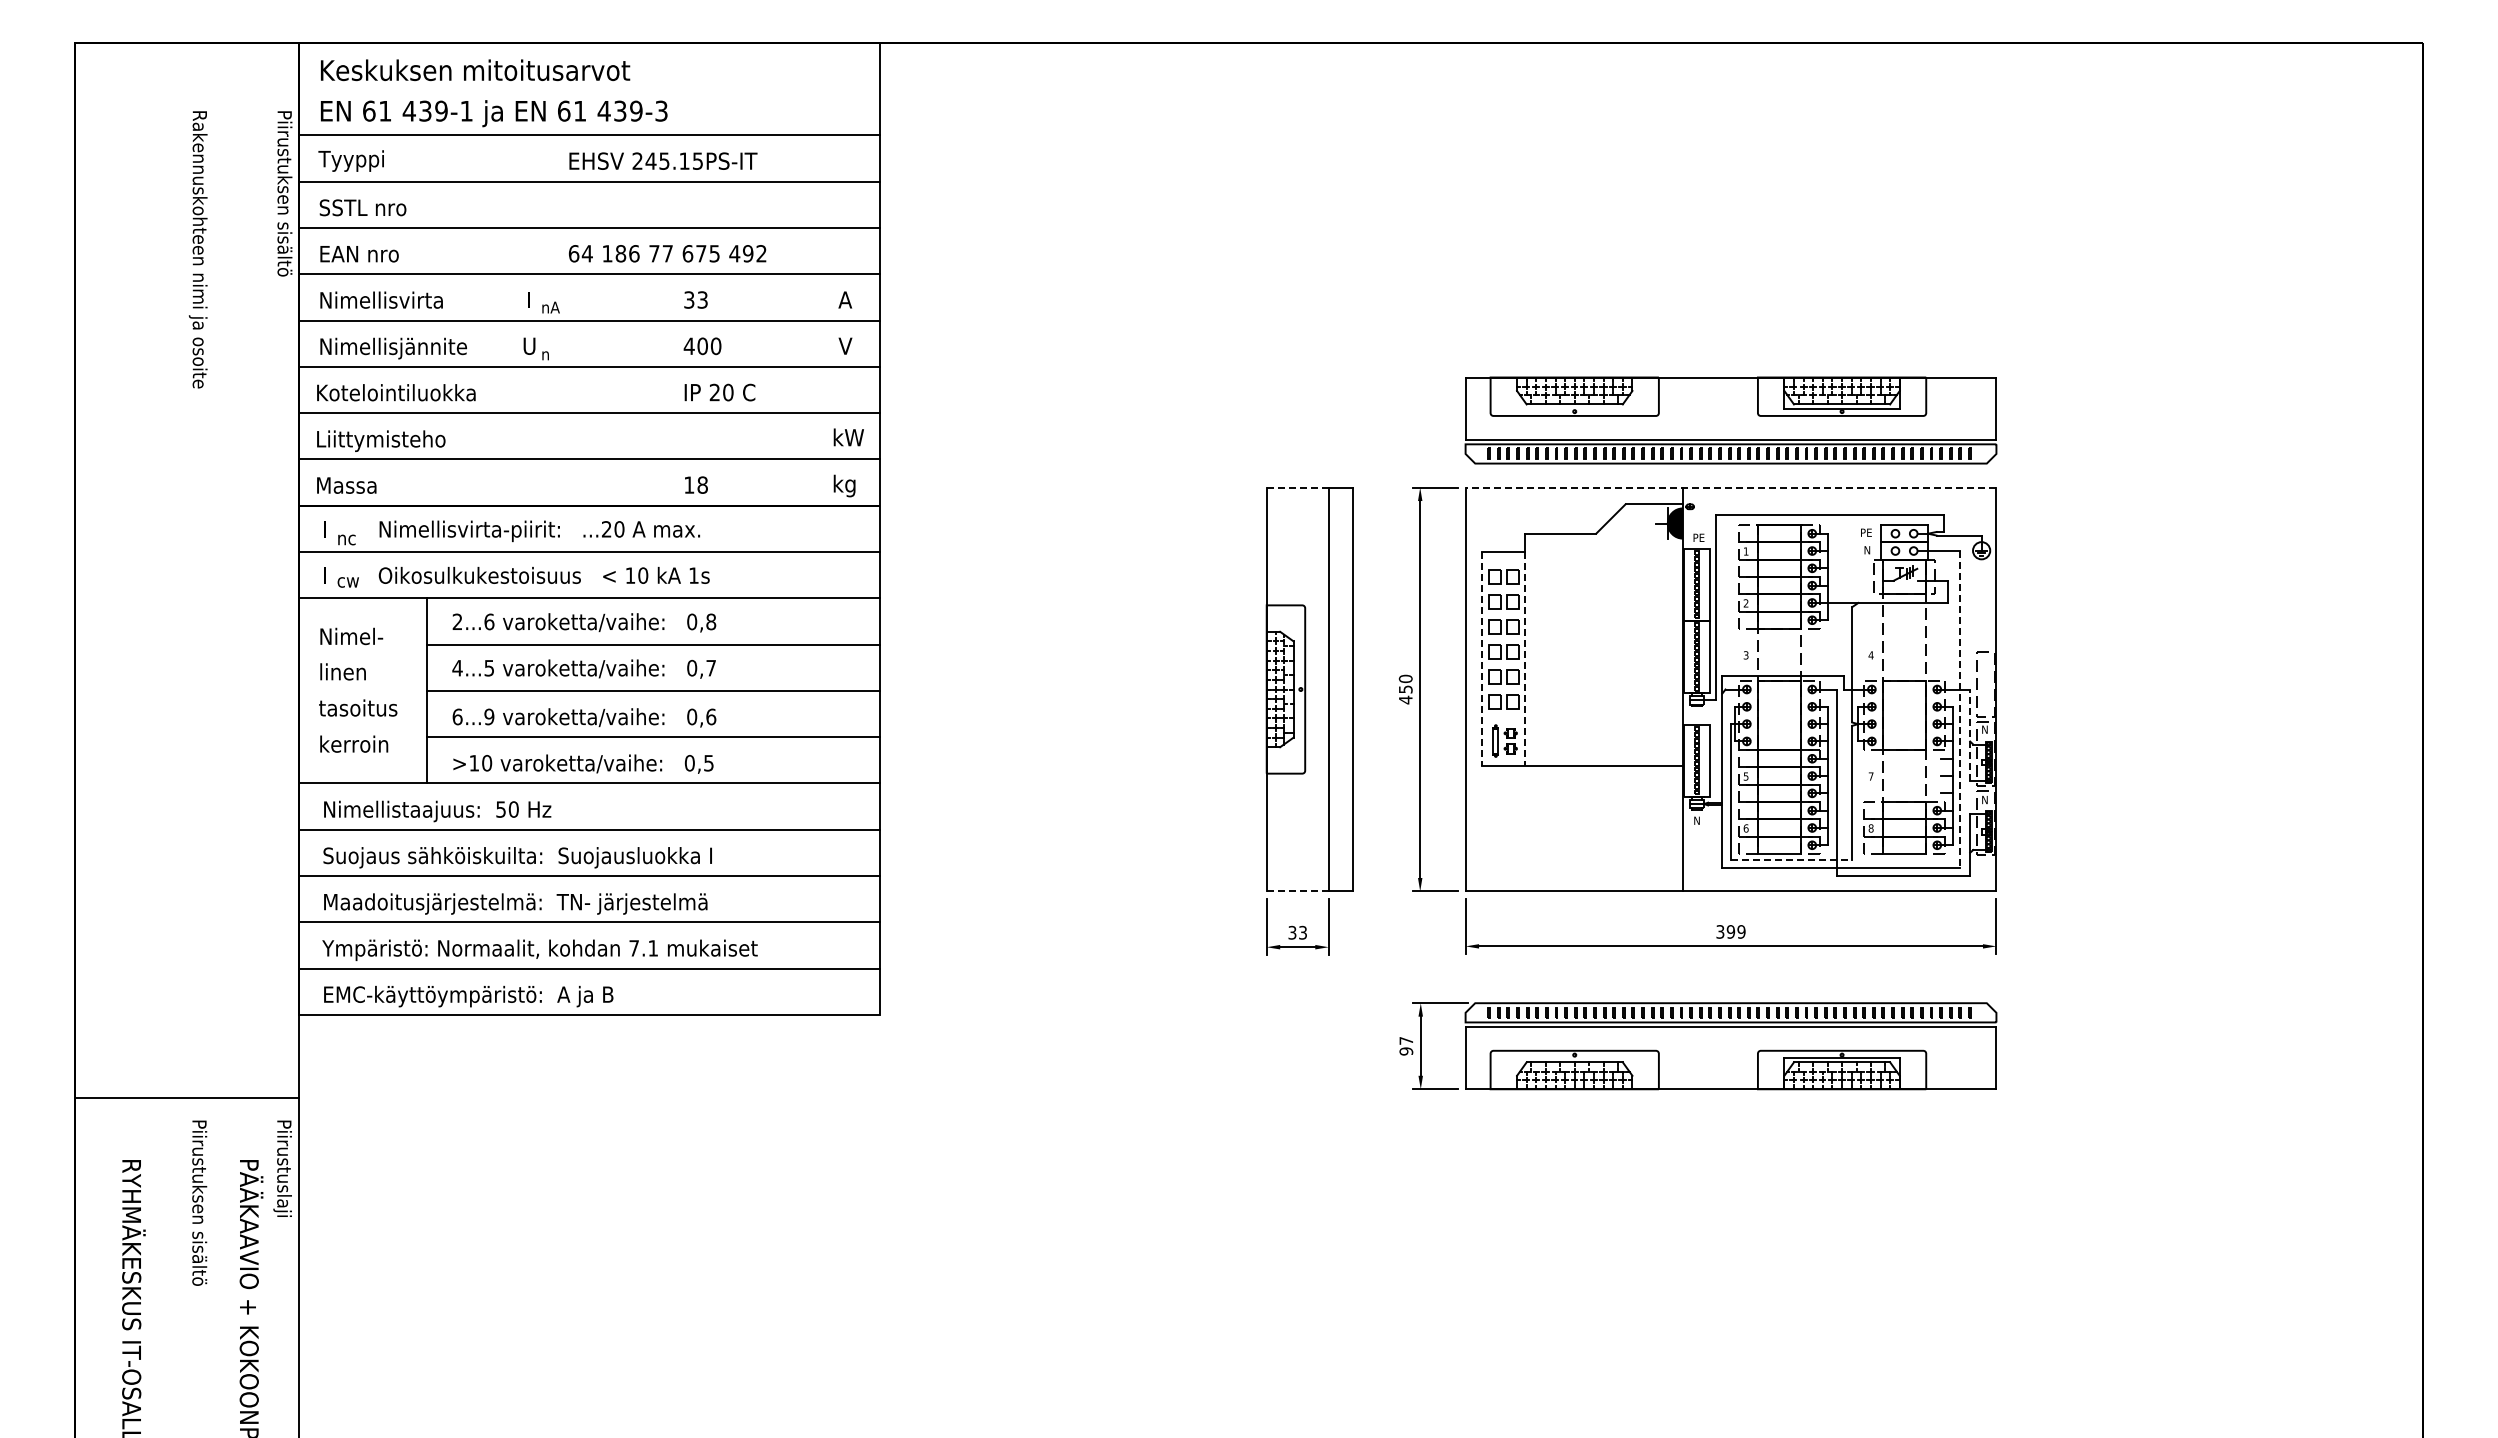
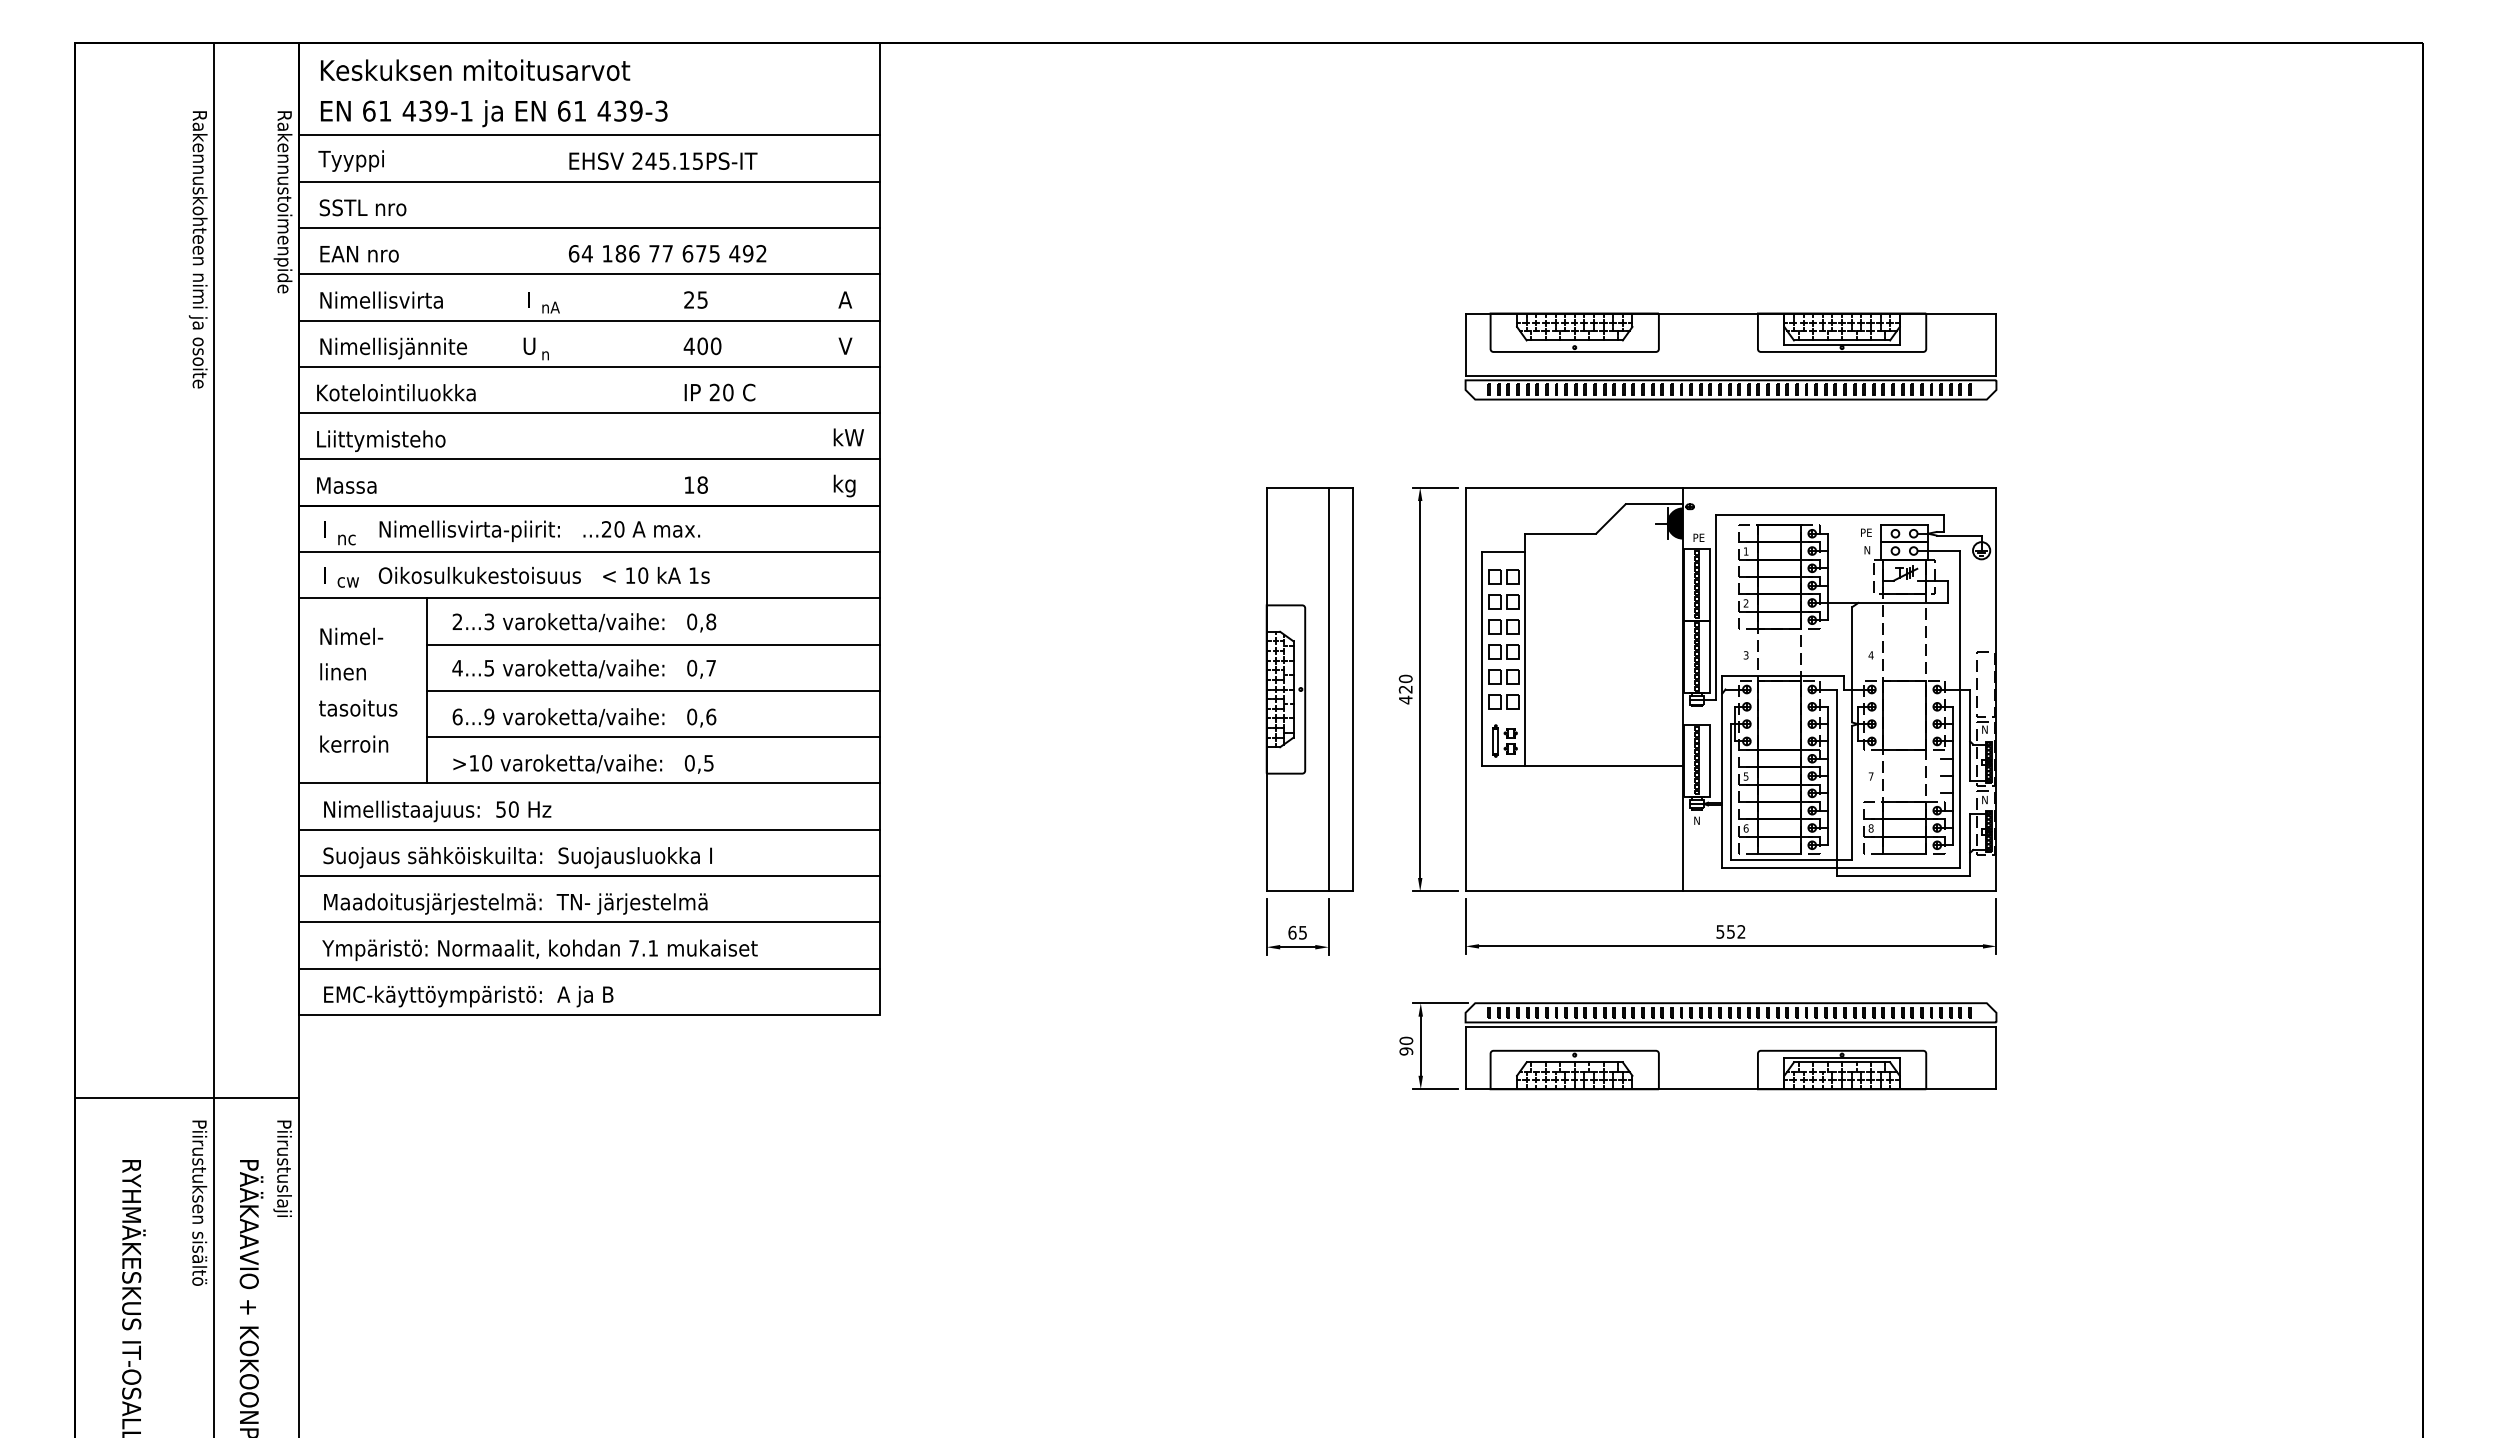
text at (282, 203): Piirustuksen sisältö^J -> Rakennustoimenpide
text at (695, 299): 33 -> 25
part at (1730, 420) position: (1730, 420) -> (1730, 356)
line at (1297, 487): dashed -> solid
line at (1730, 487): dashed -> solid
text at (489, 621): 2...6 -> 2...3
line at (1482, 659): dashed -> solid
line at (1525, 659): dashed -> solid
text at (1405, 689): 450 -> 420
line at (1960, 709): dashed -> solid
line at (1970, 735): dashed -> solid
line at (214, 738): none -> present
line at (1791, 859): dashed -> solid
line at (1298, 891): dashed -> solid
text at (1730, 931): 399 -> 552
text at (1297, 932): 33 -> 65
text at (1406, 1040): 97 -> 90
